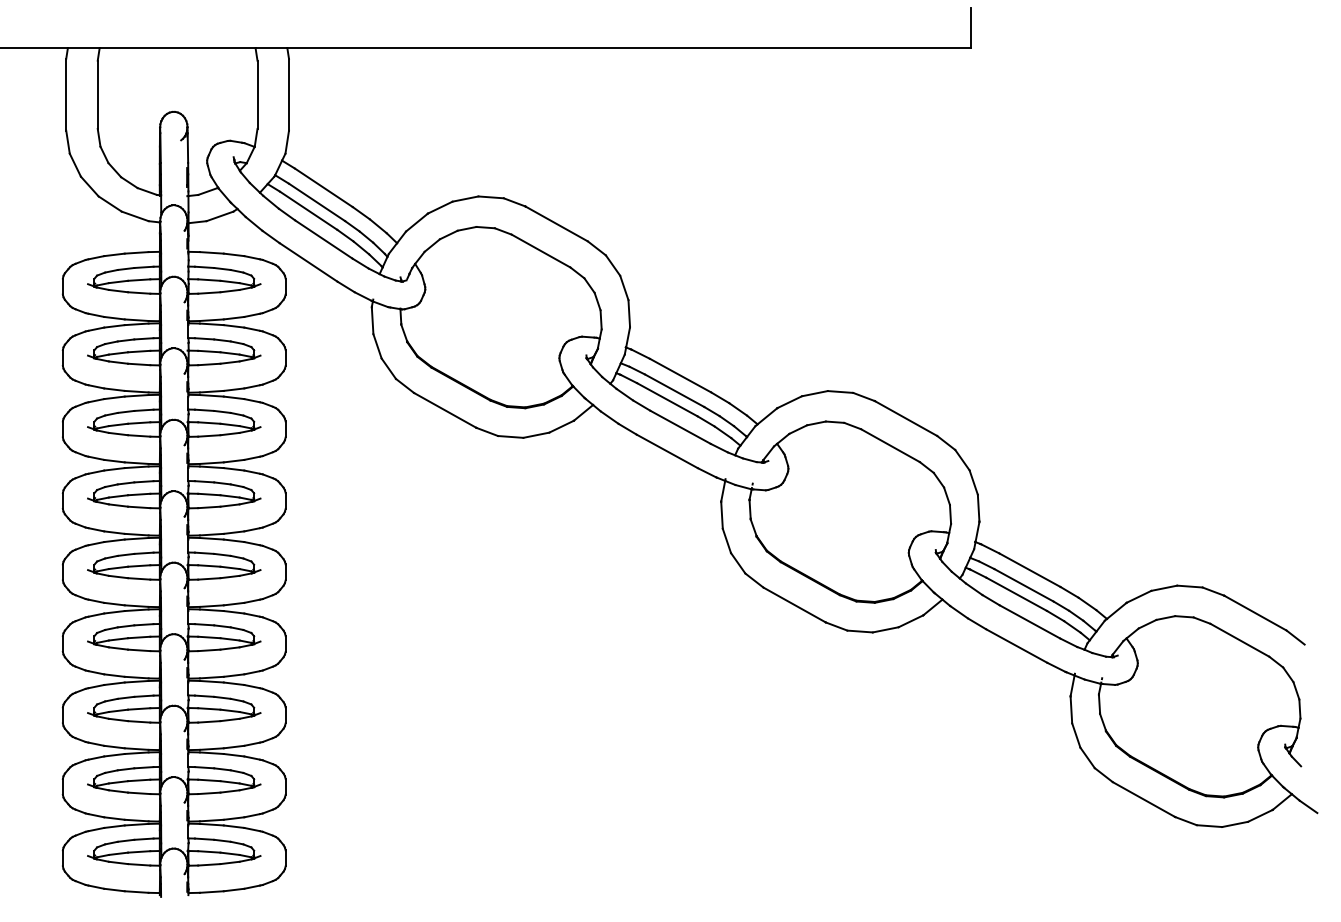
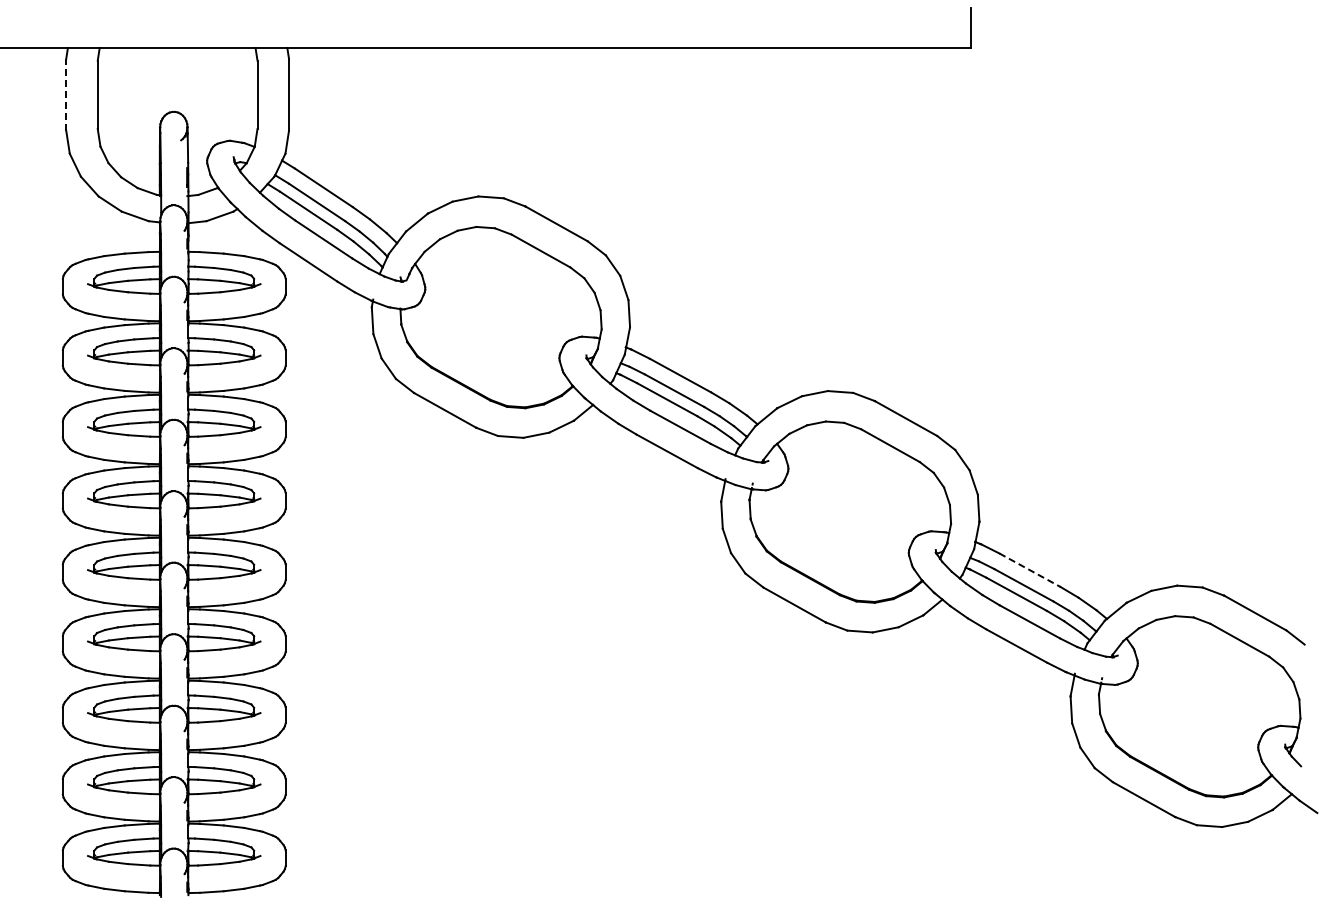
line at (66, 94): solid -> dashed
line at (1029, 570): solid -> dashed
